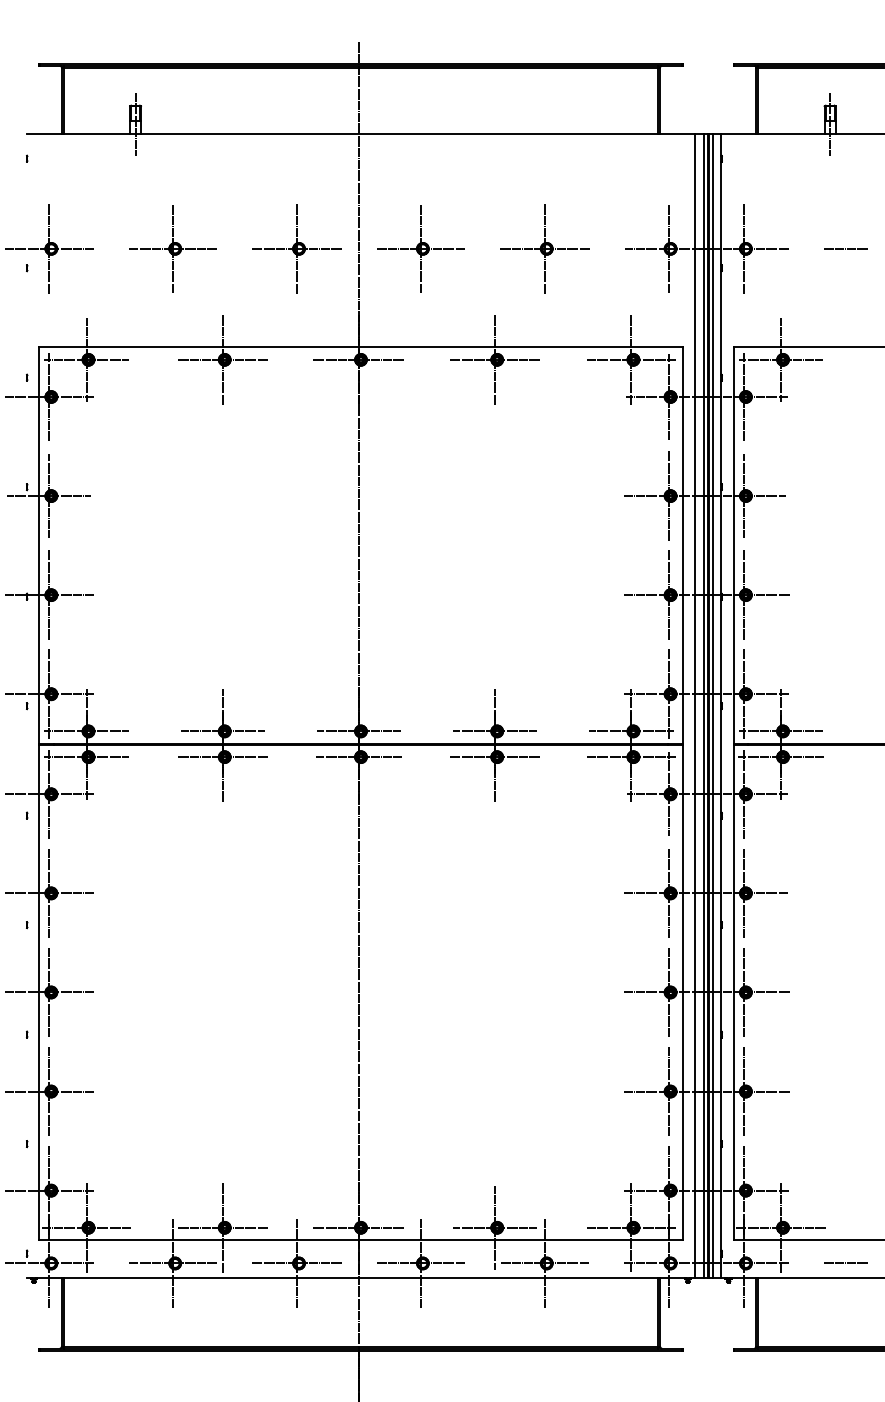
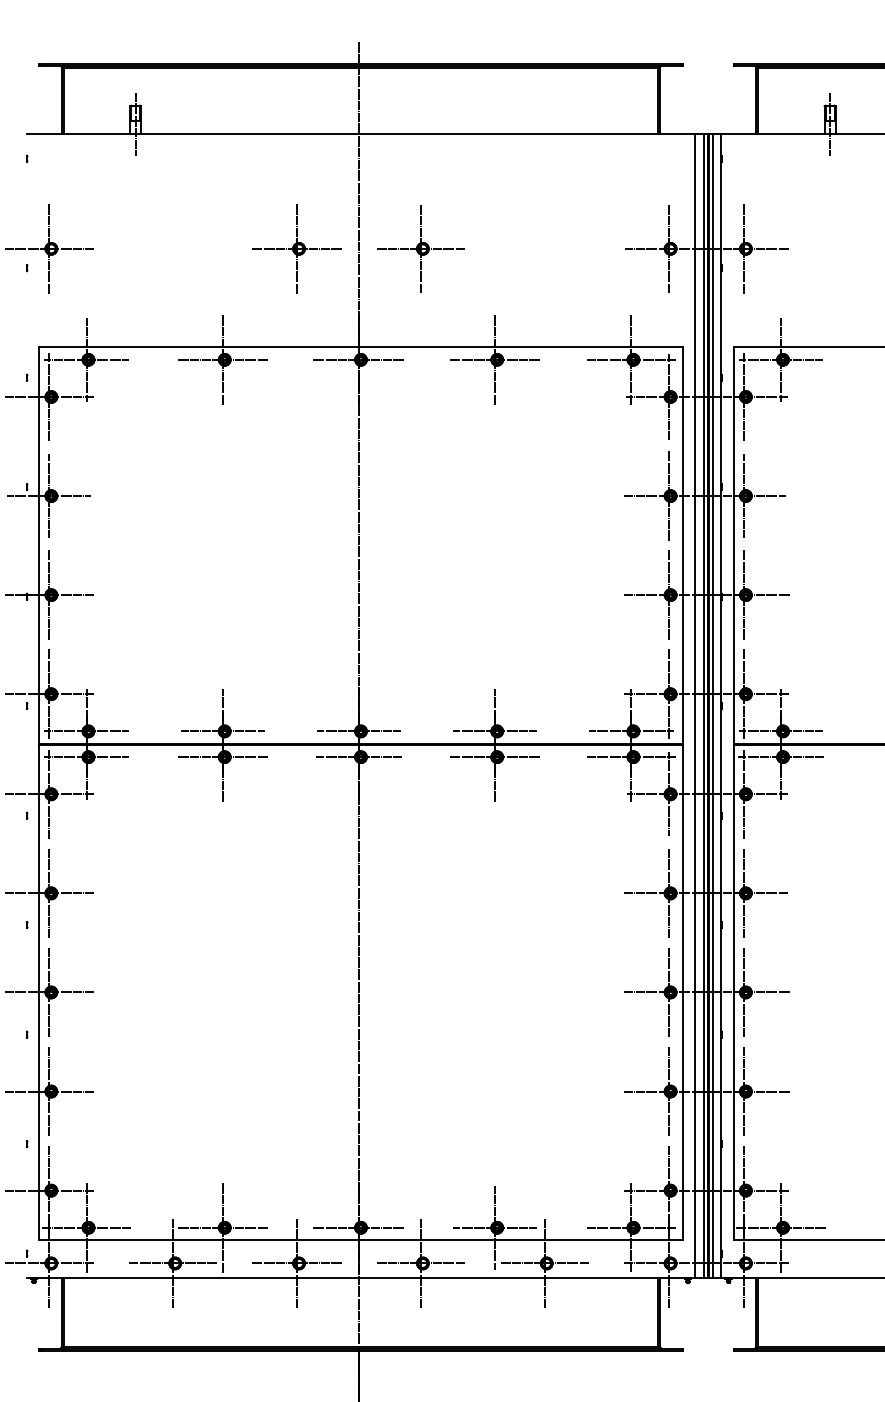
part at (172, 248): present -> none
part at (544, 248): present -> none
line at (845, 248): present -> none
line at (845, 1263): present -> none
